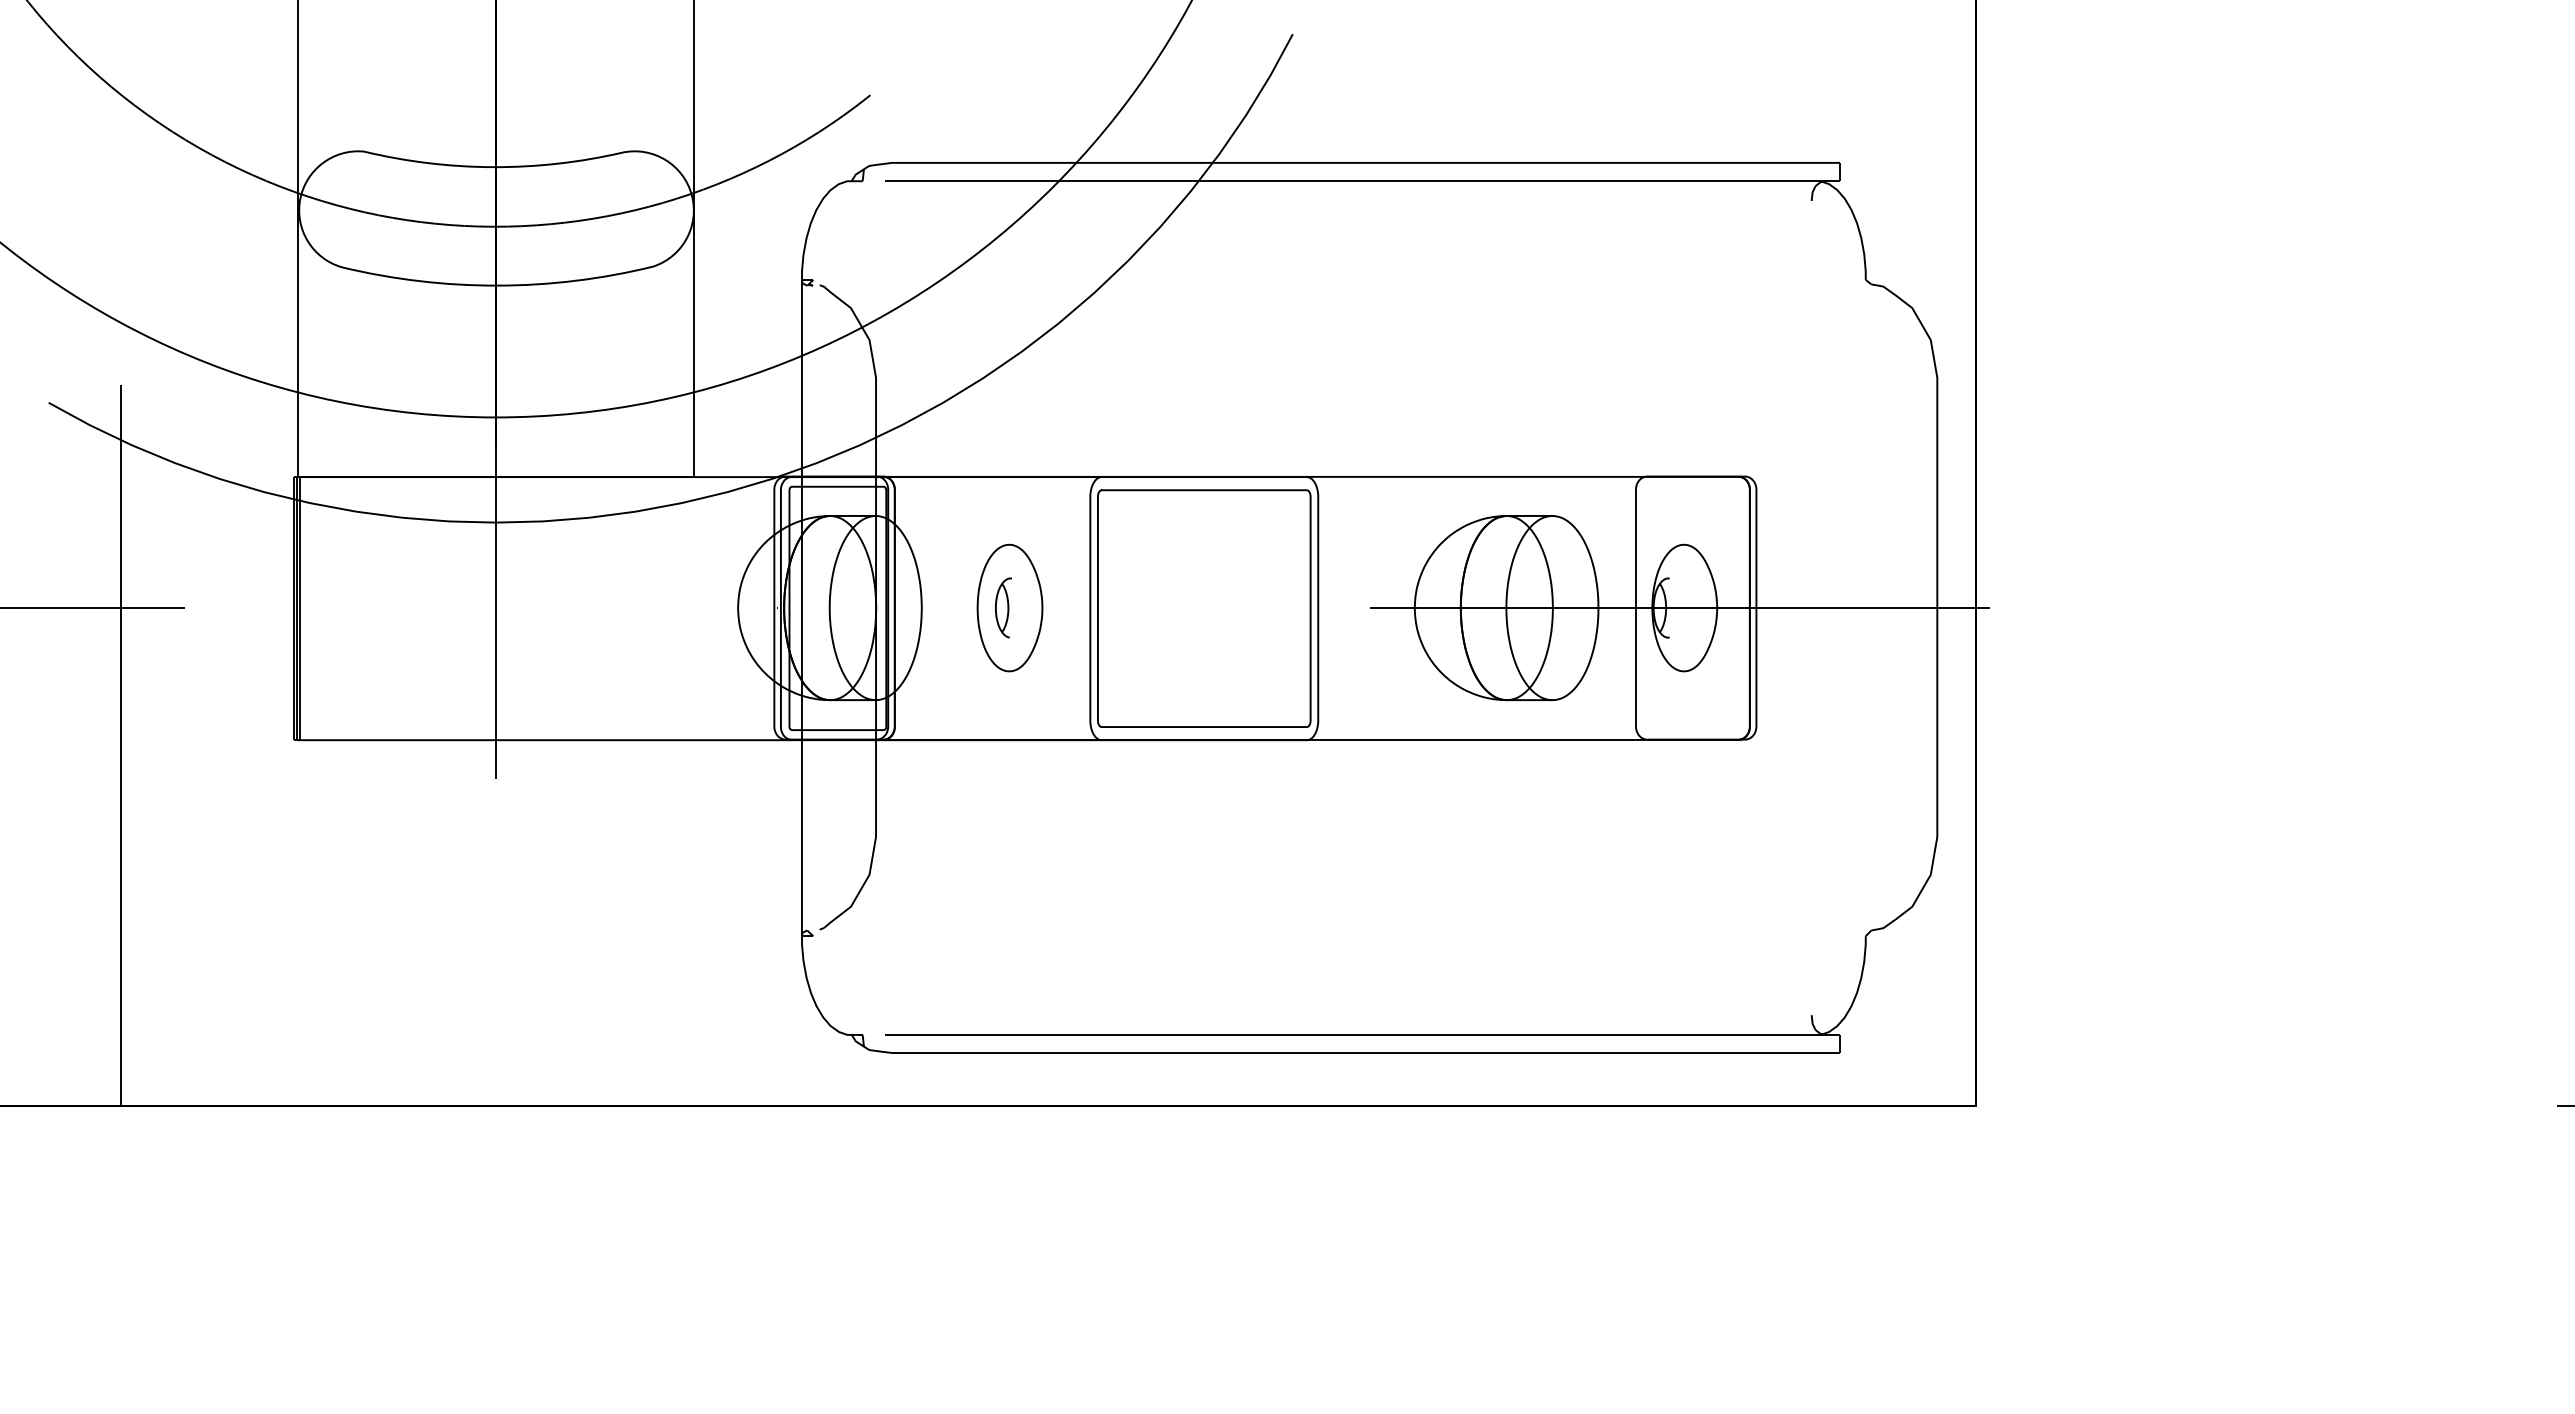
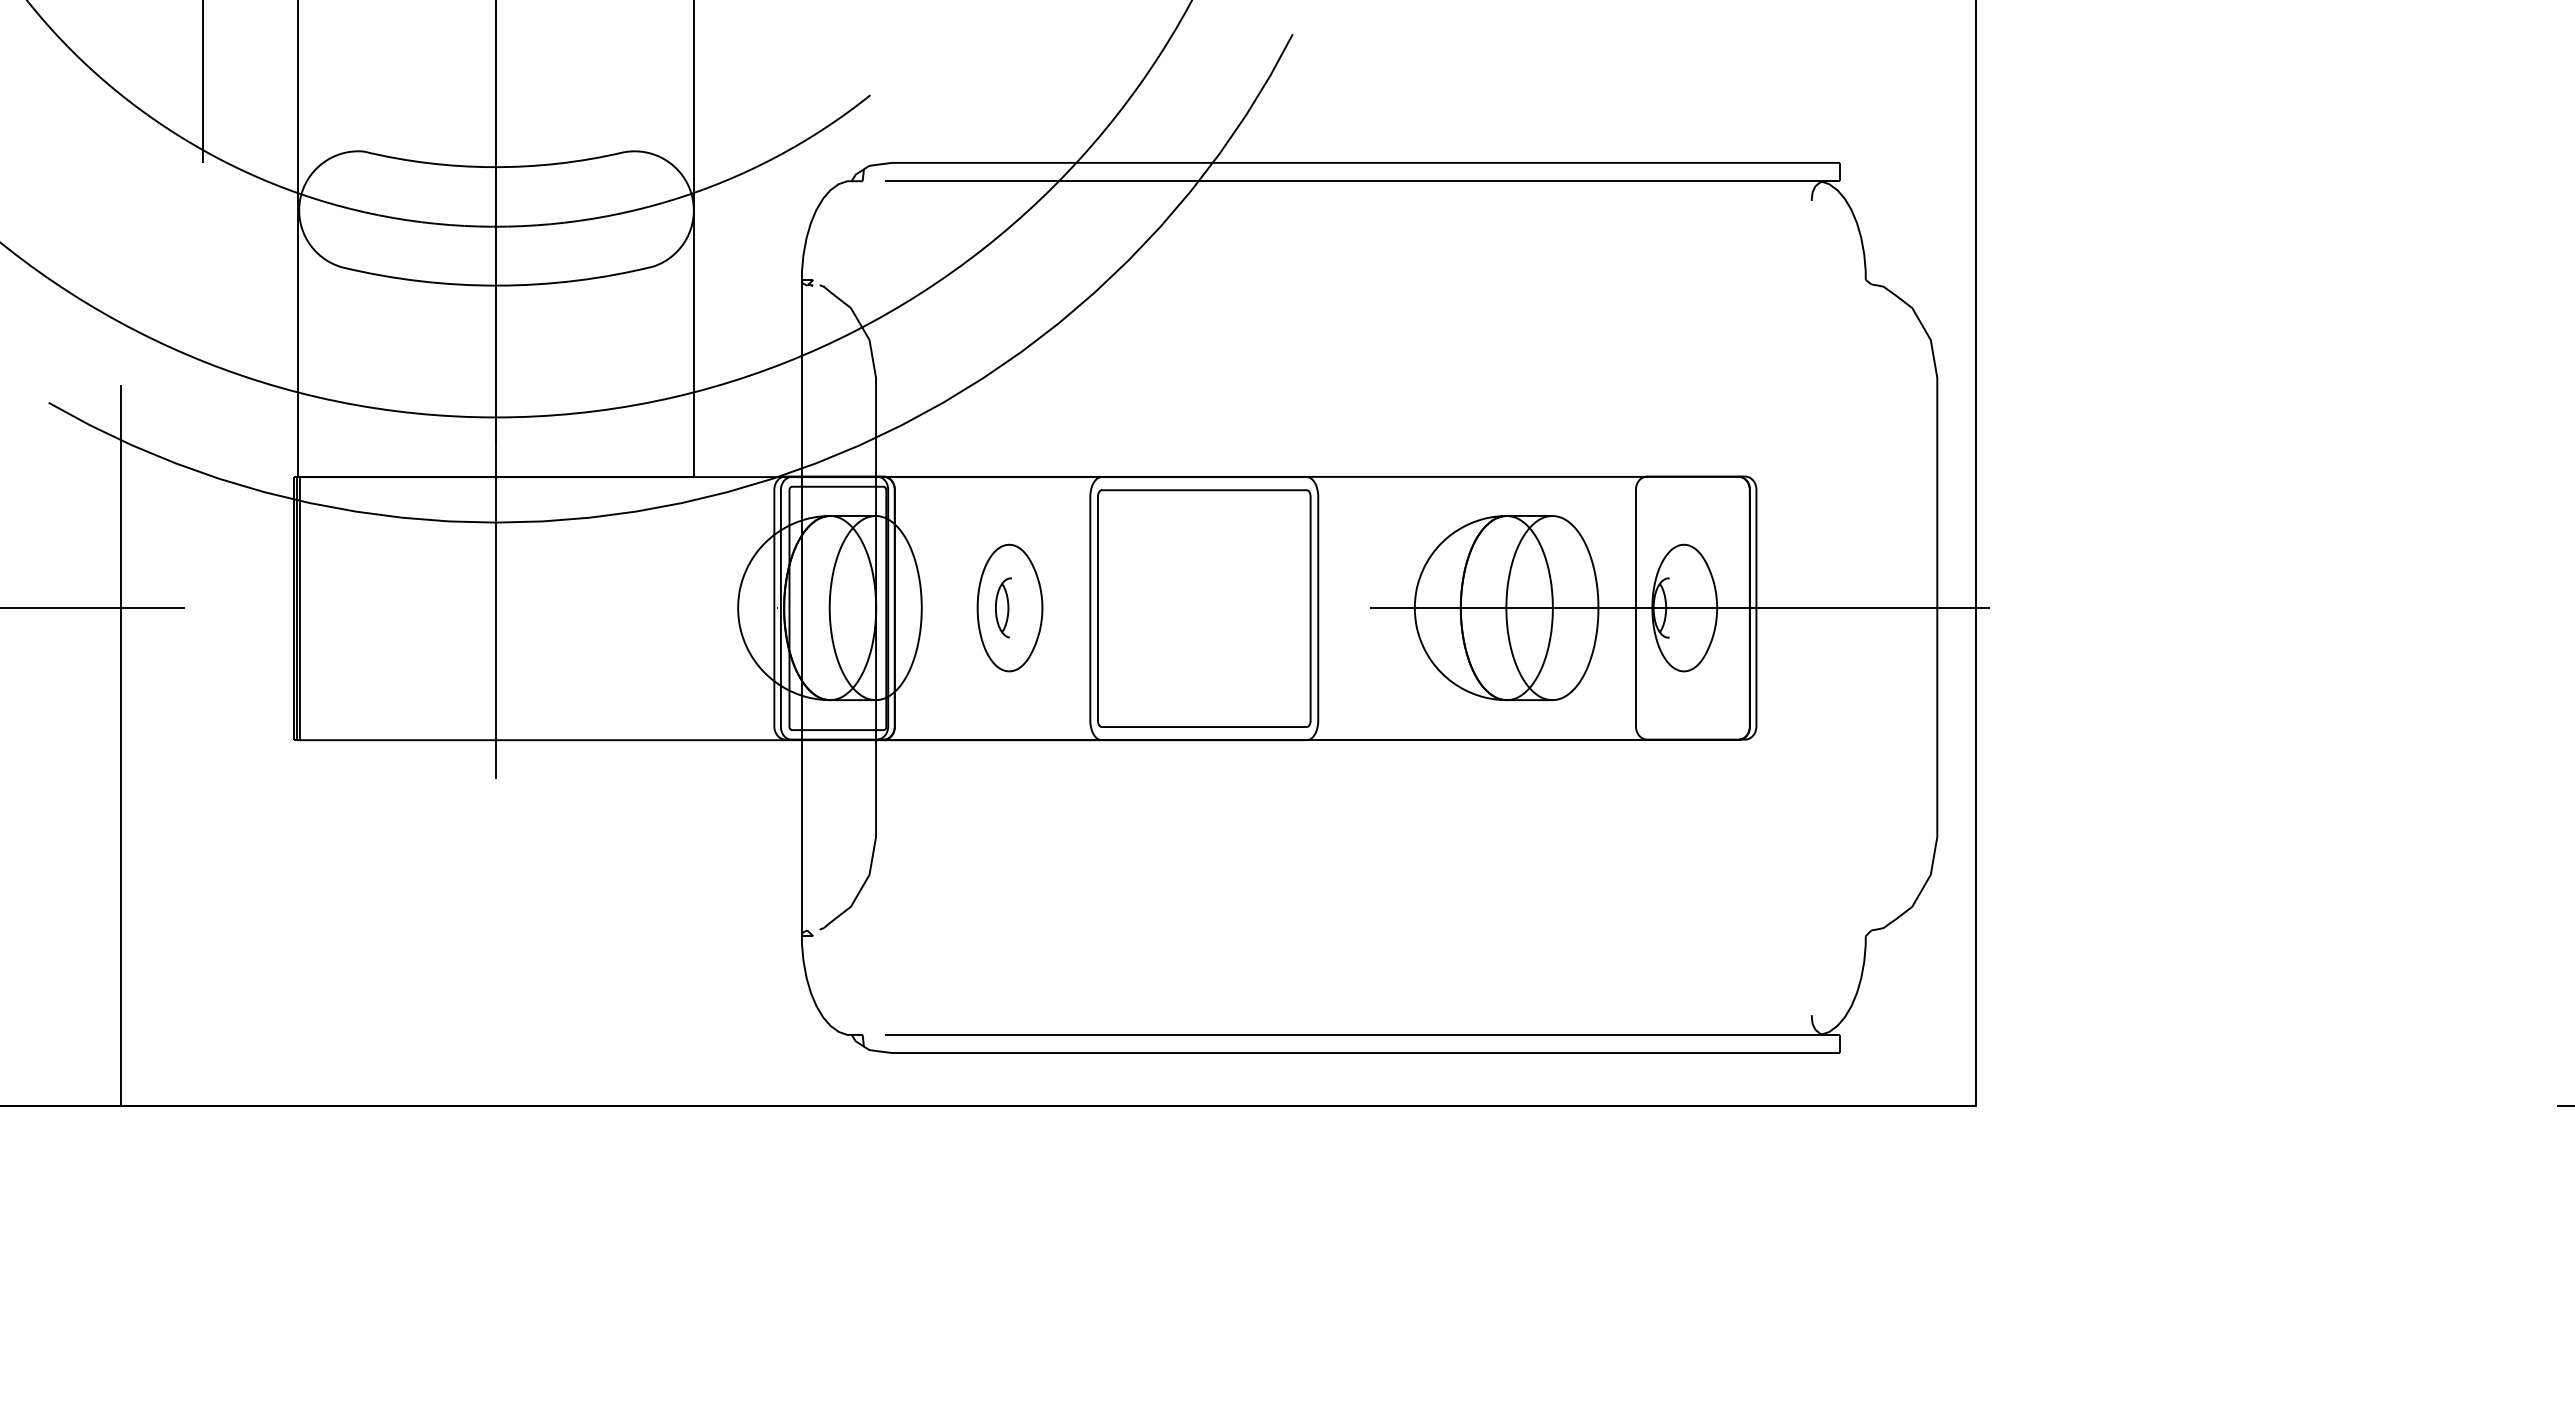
line at (203, 82): none -> present
